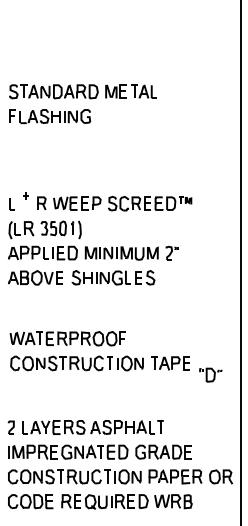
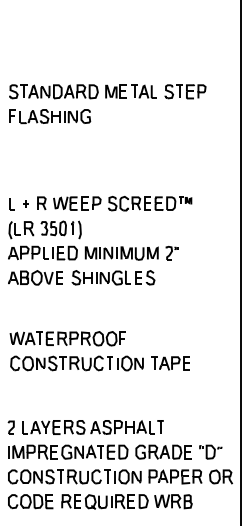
part at (185, 91): none -> present
part at (25, 195) position: (25, 195) -> (25, 203)
part at (210, 374) position: (210, 374) -> (210, 451)
